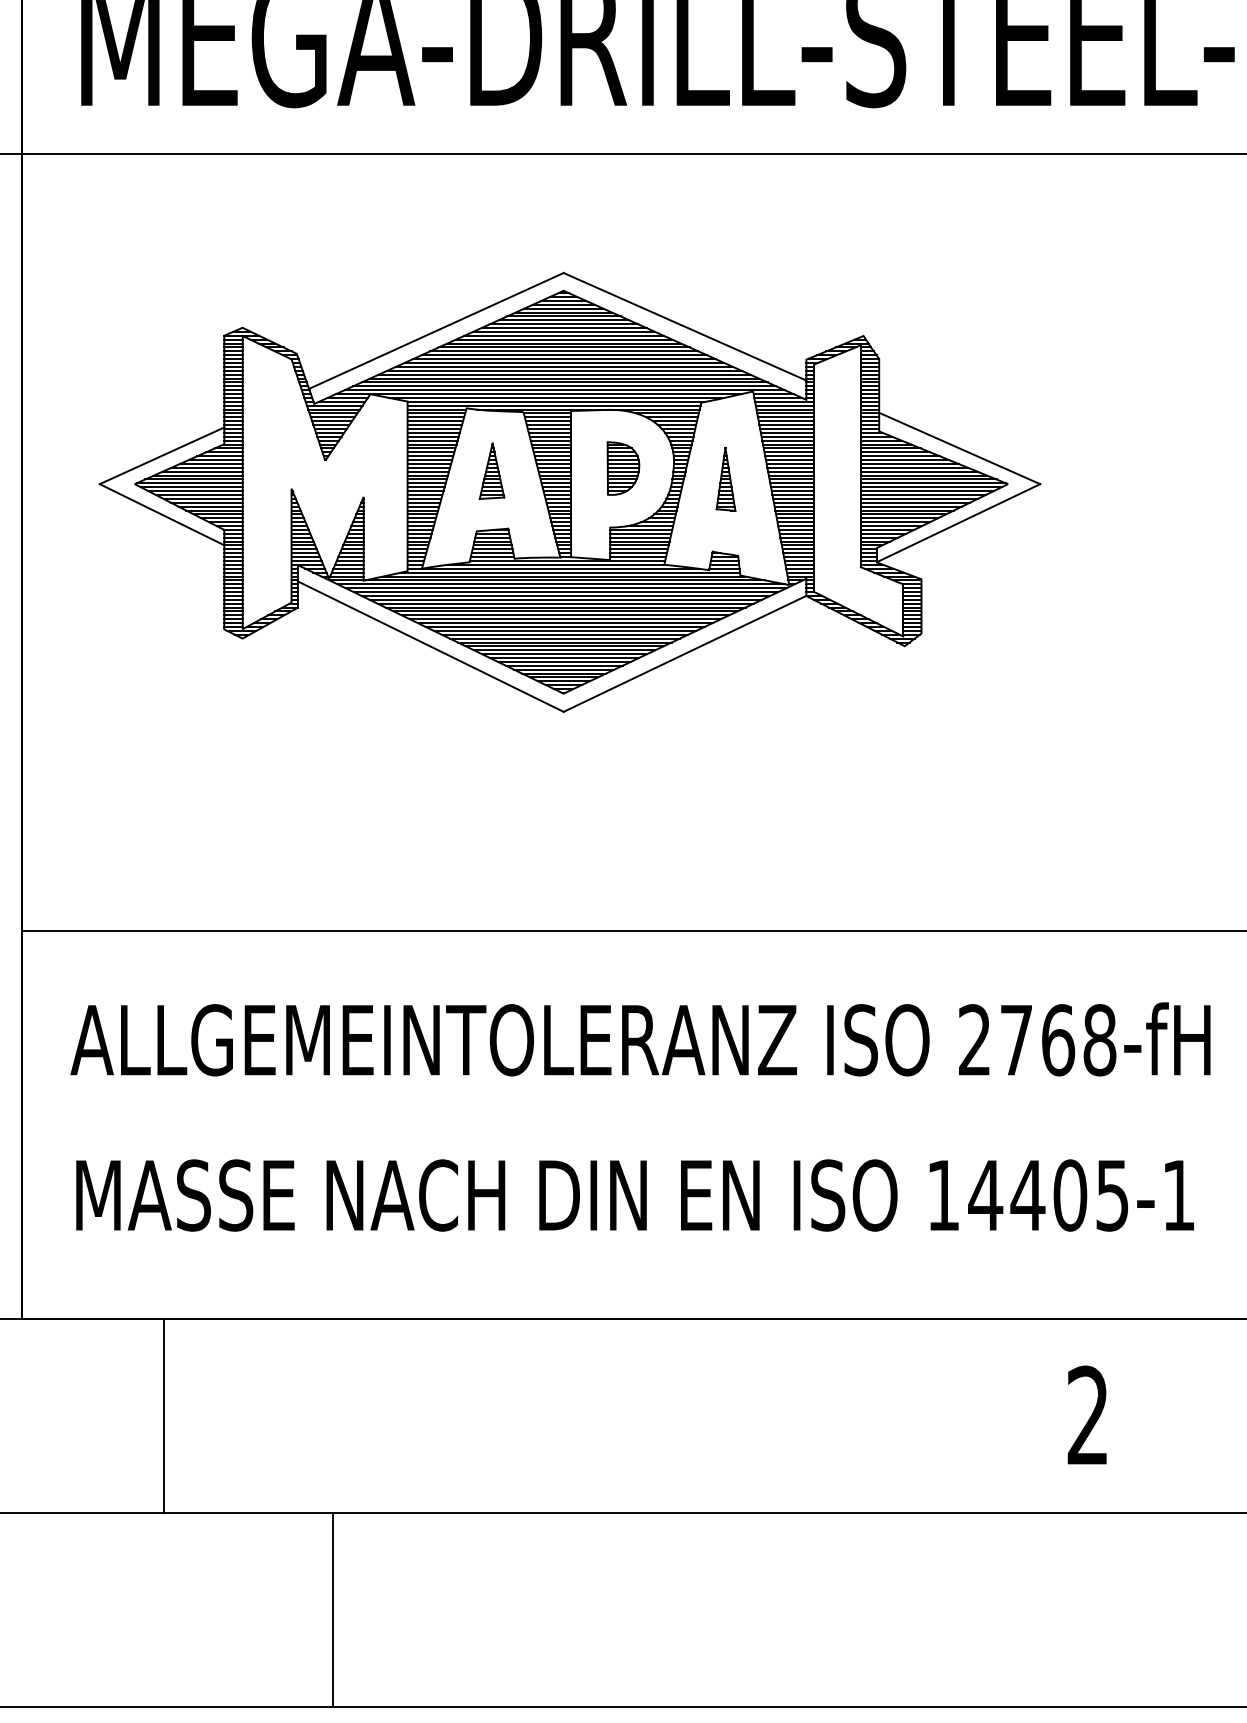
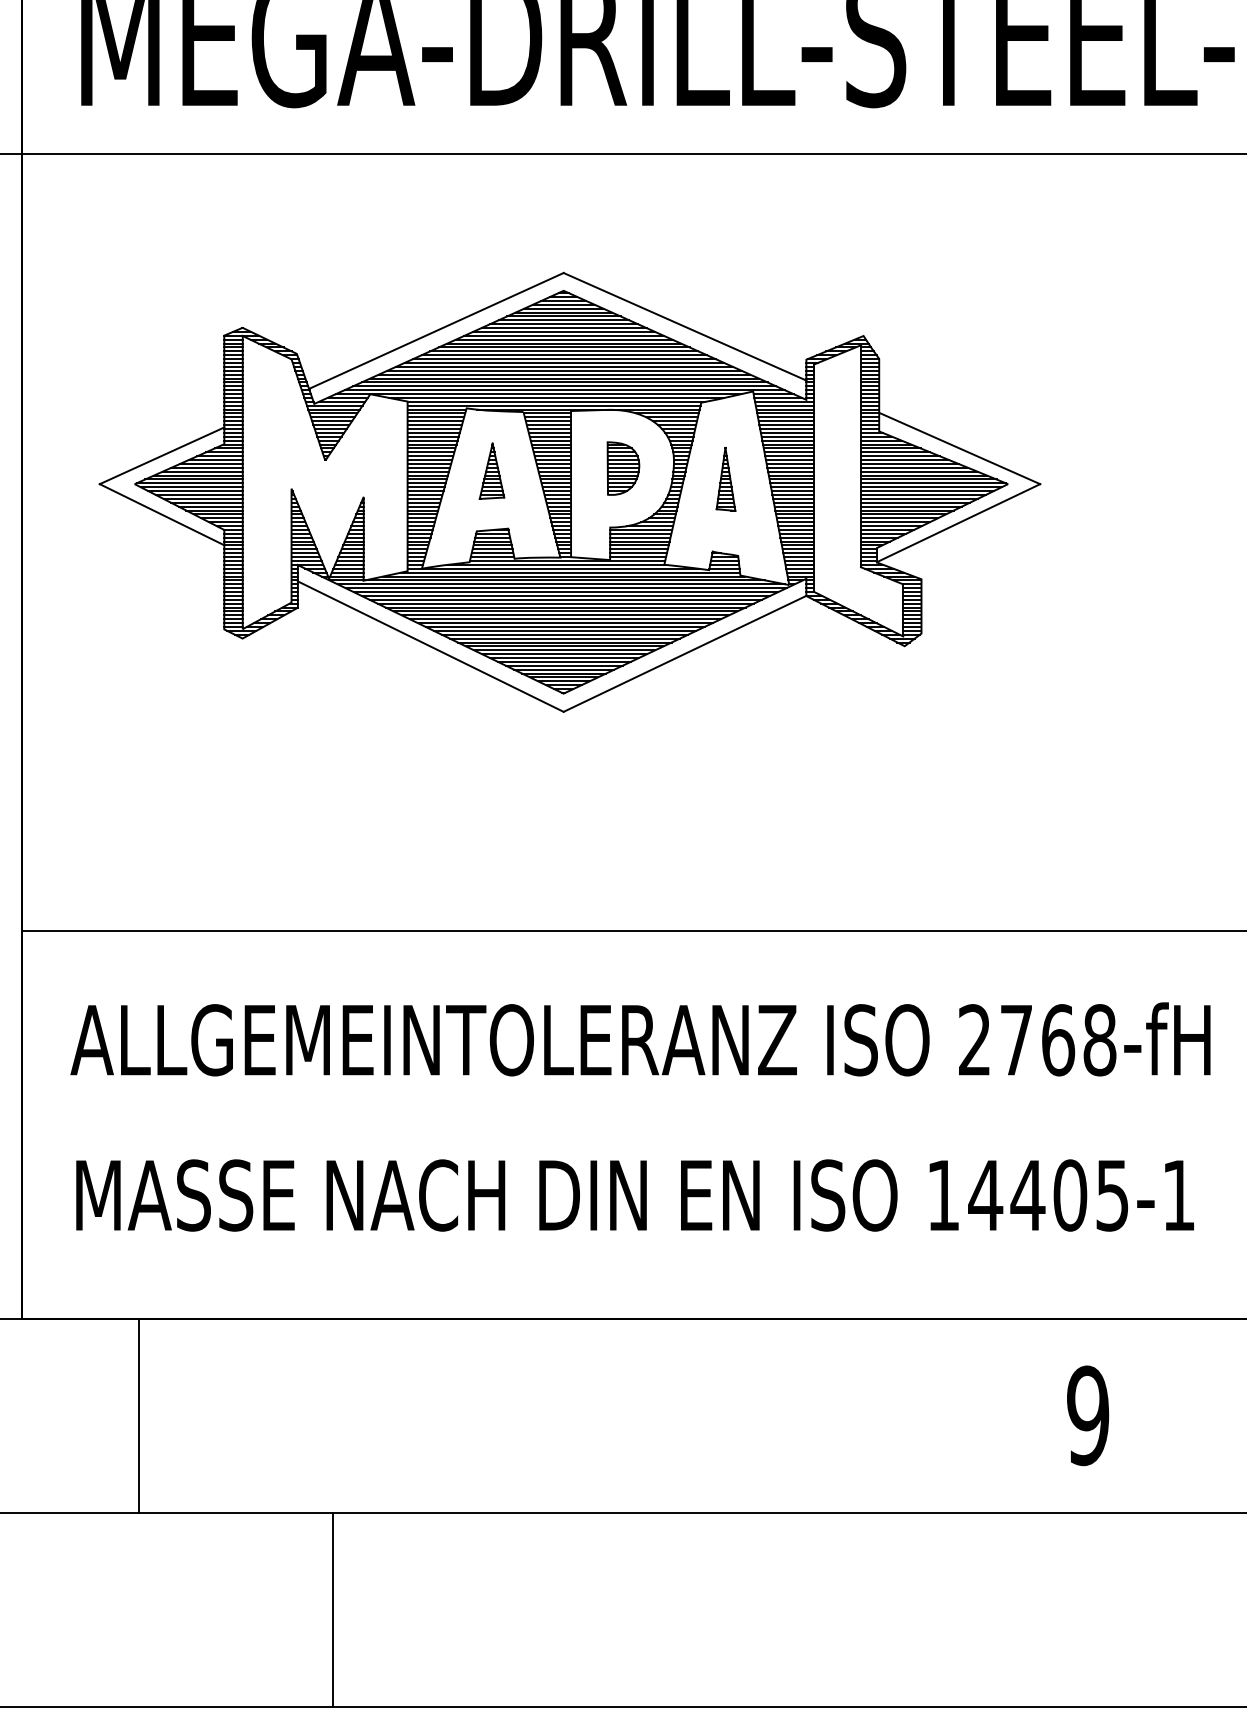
line at (163, 1415) position: (163, 1415) -> (138, 1415)
text at (1088, 1415): 2 -> 9
